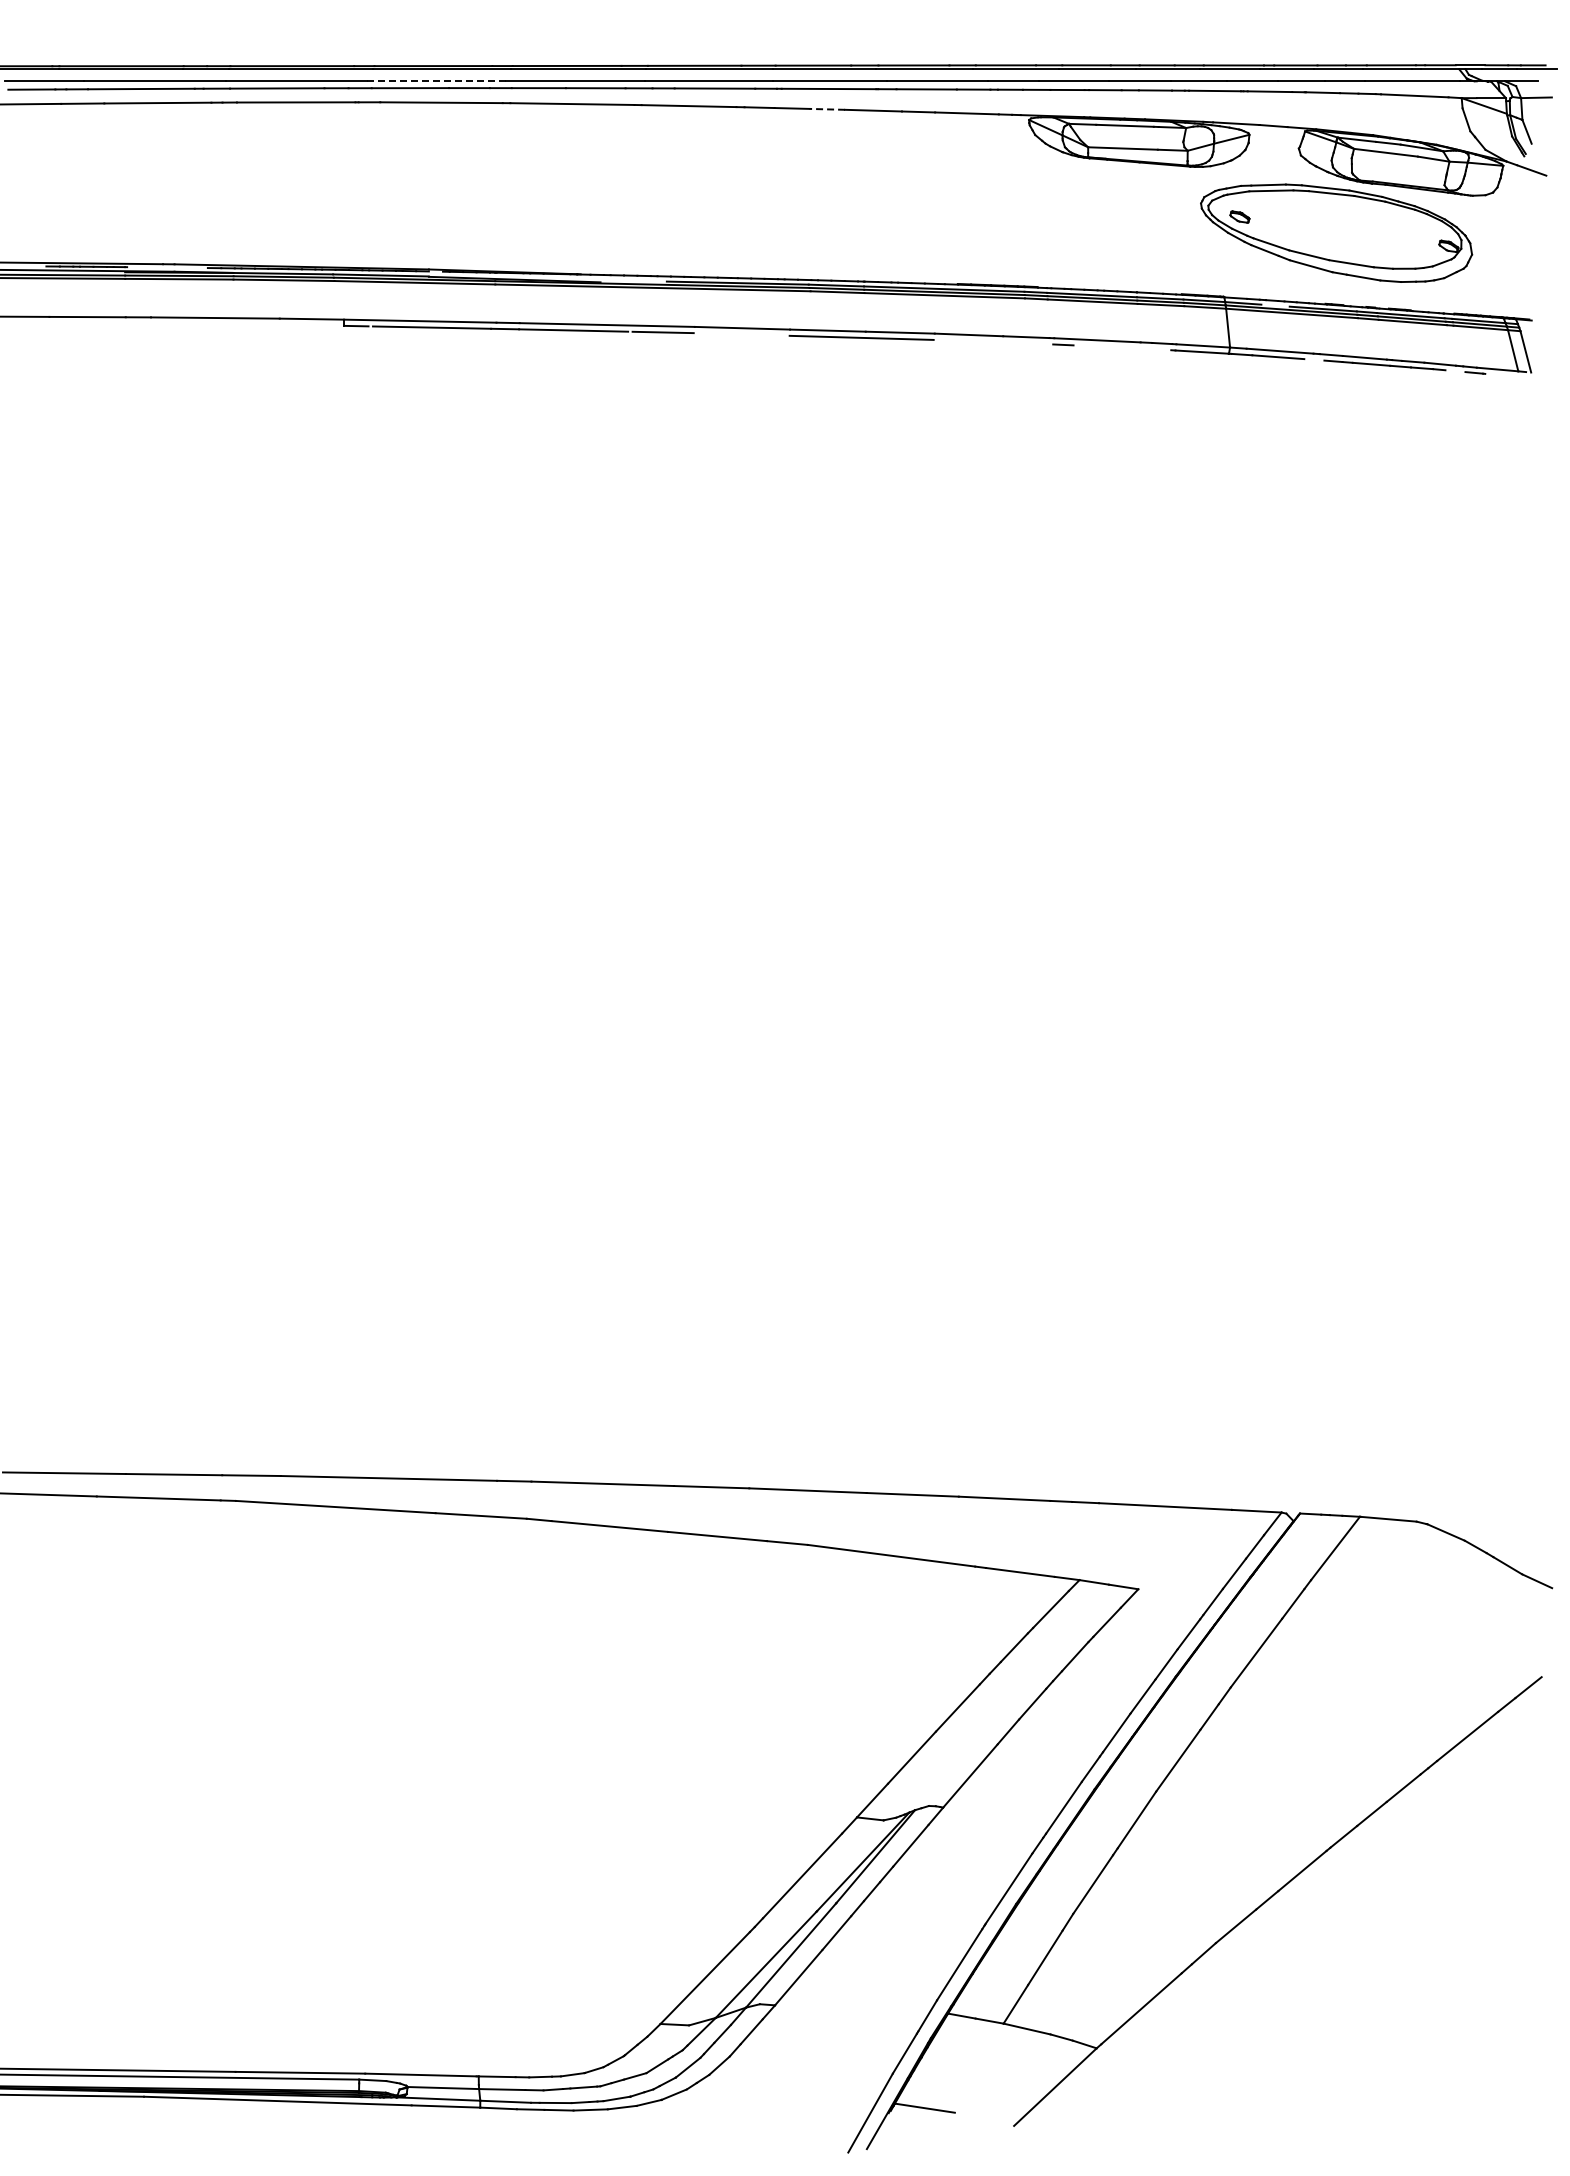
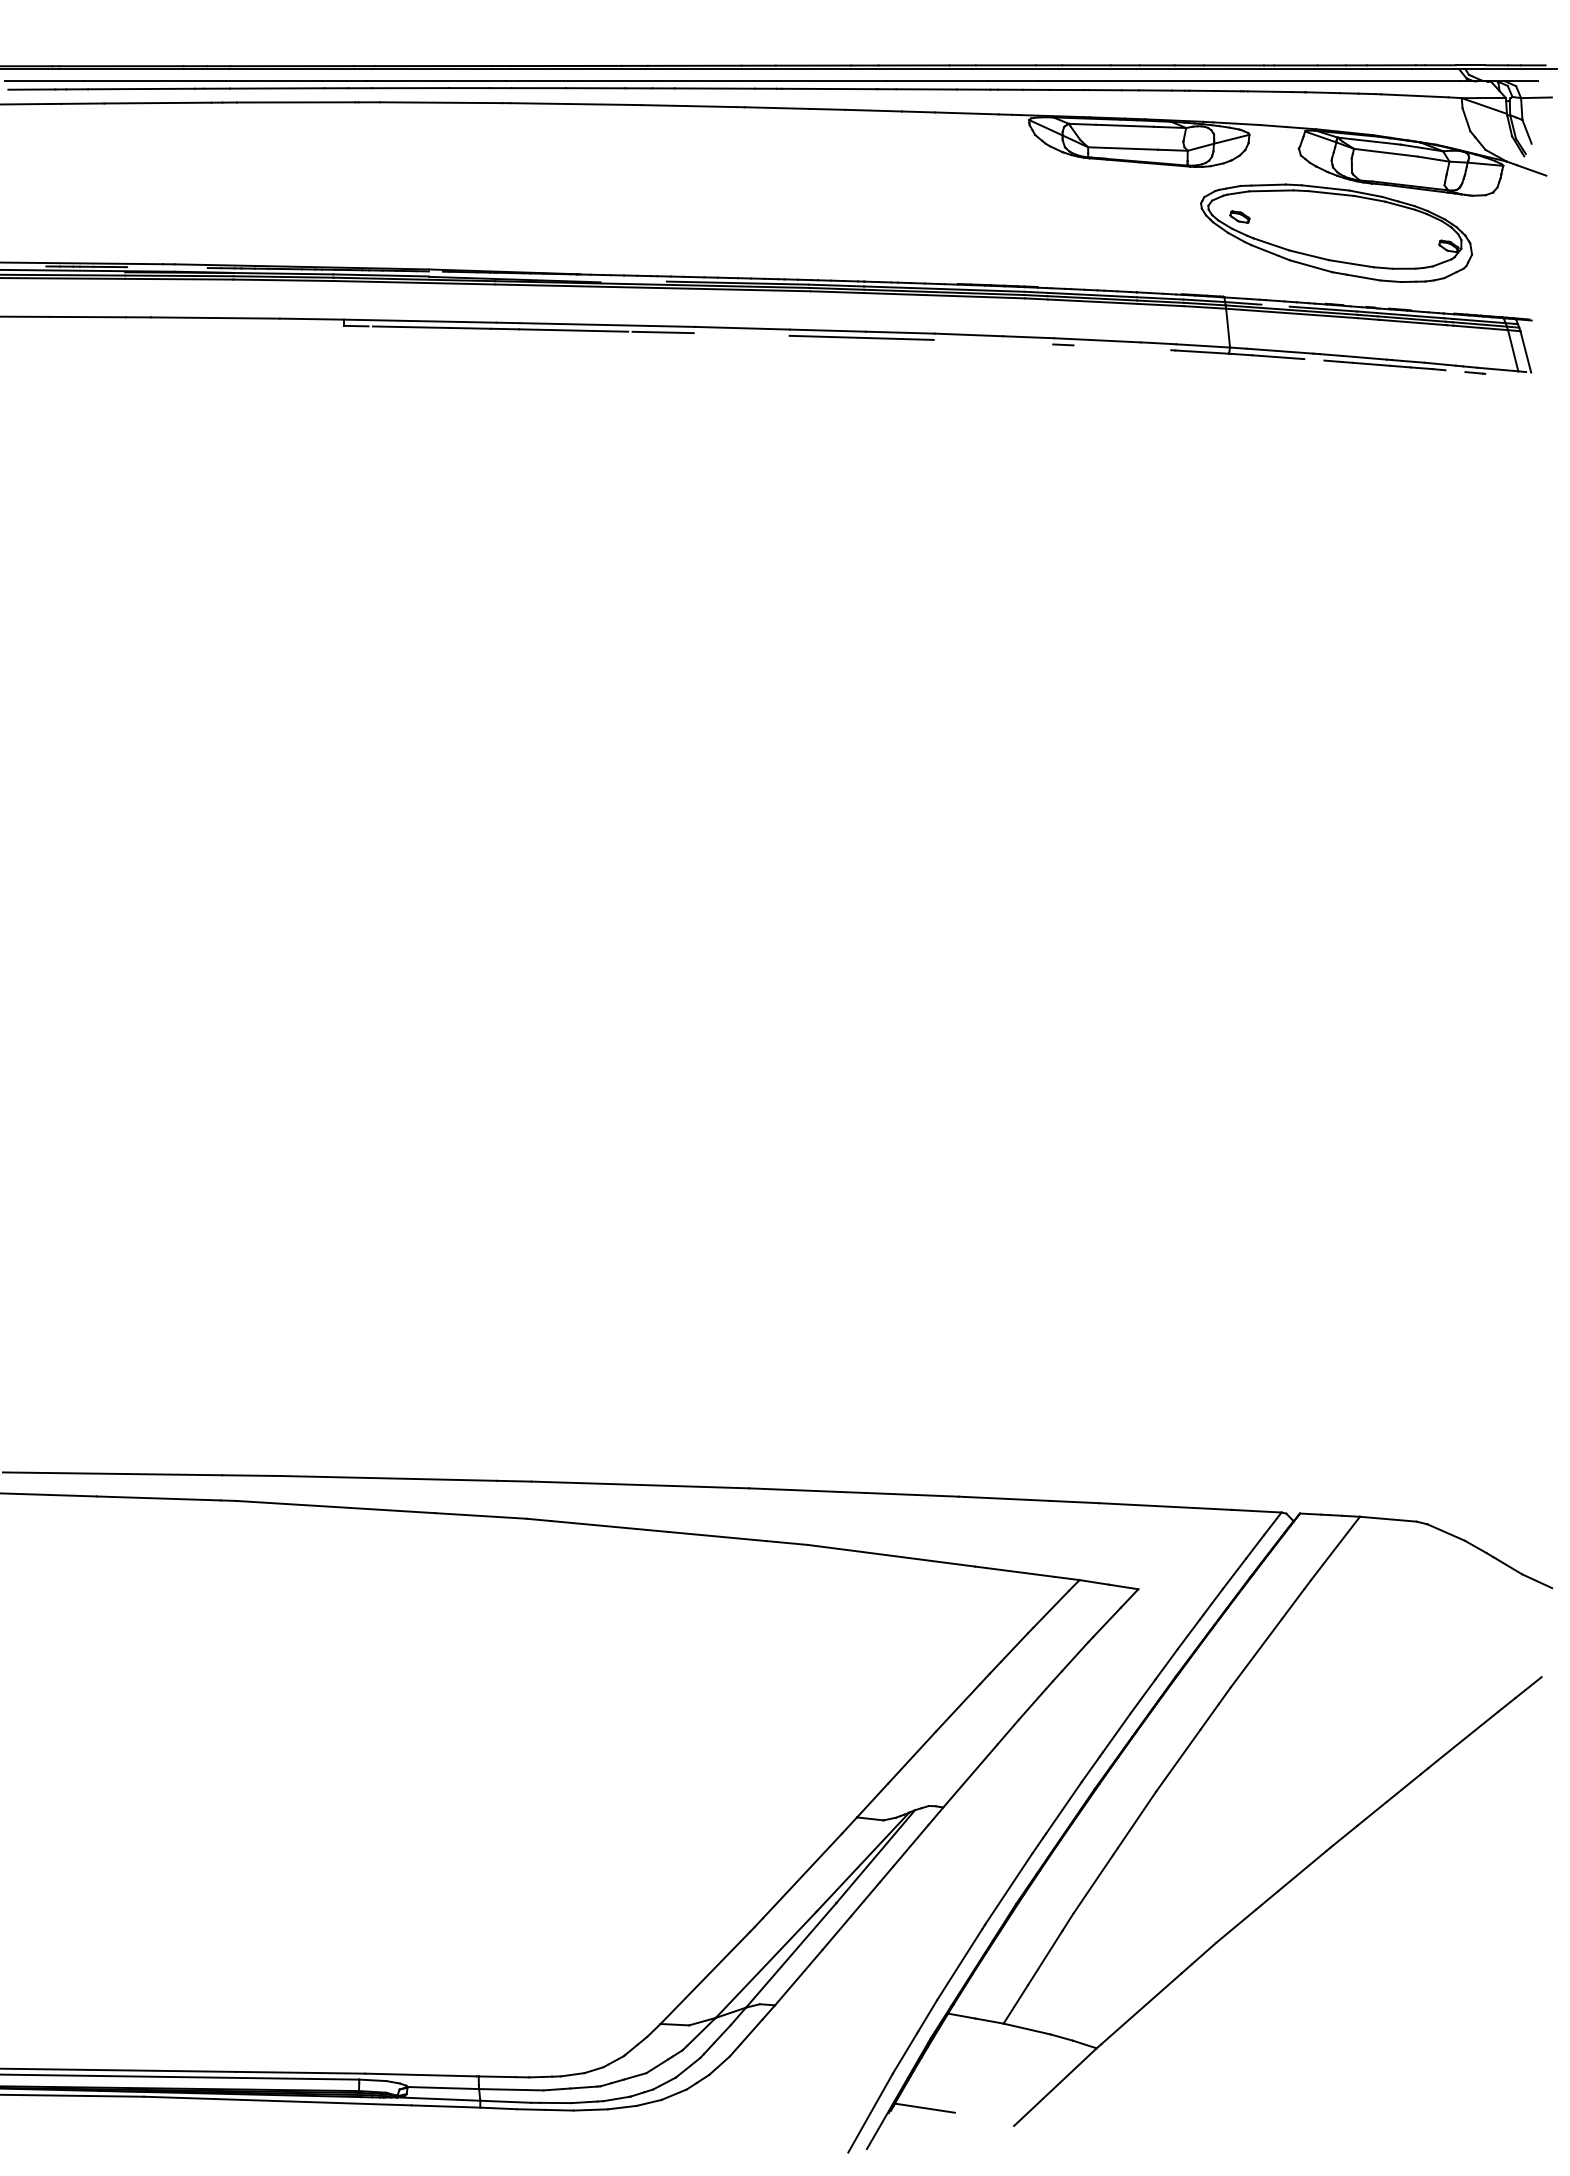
line at (436, 81): dashed -> solid
line at (827, 109): dashed -> solid
